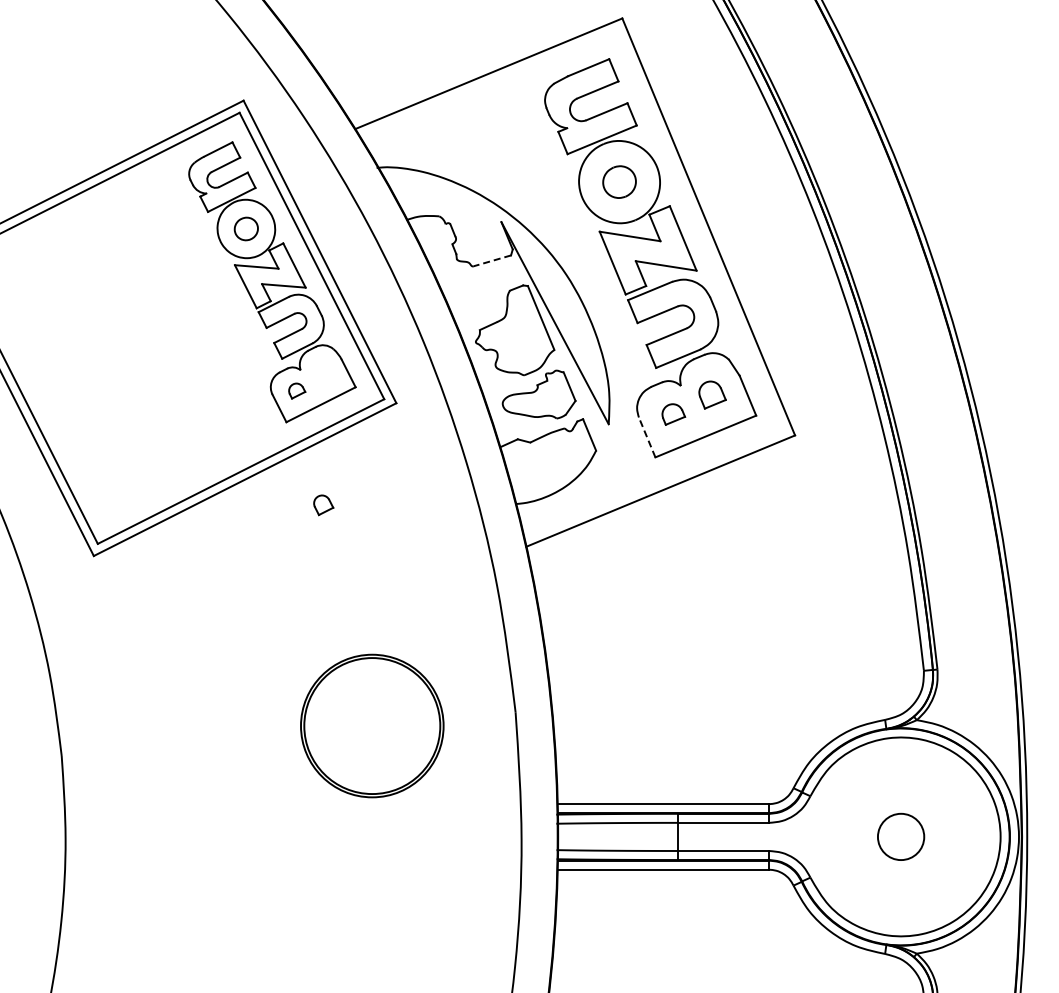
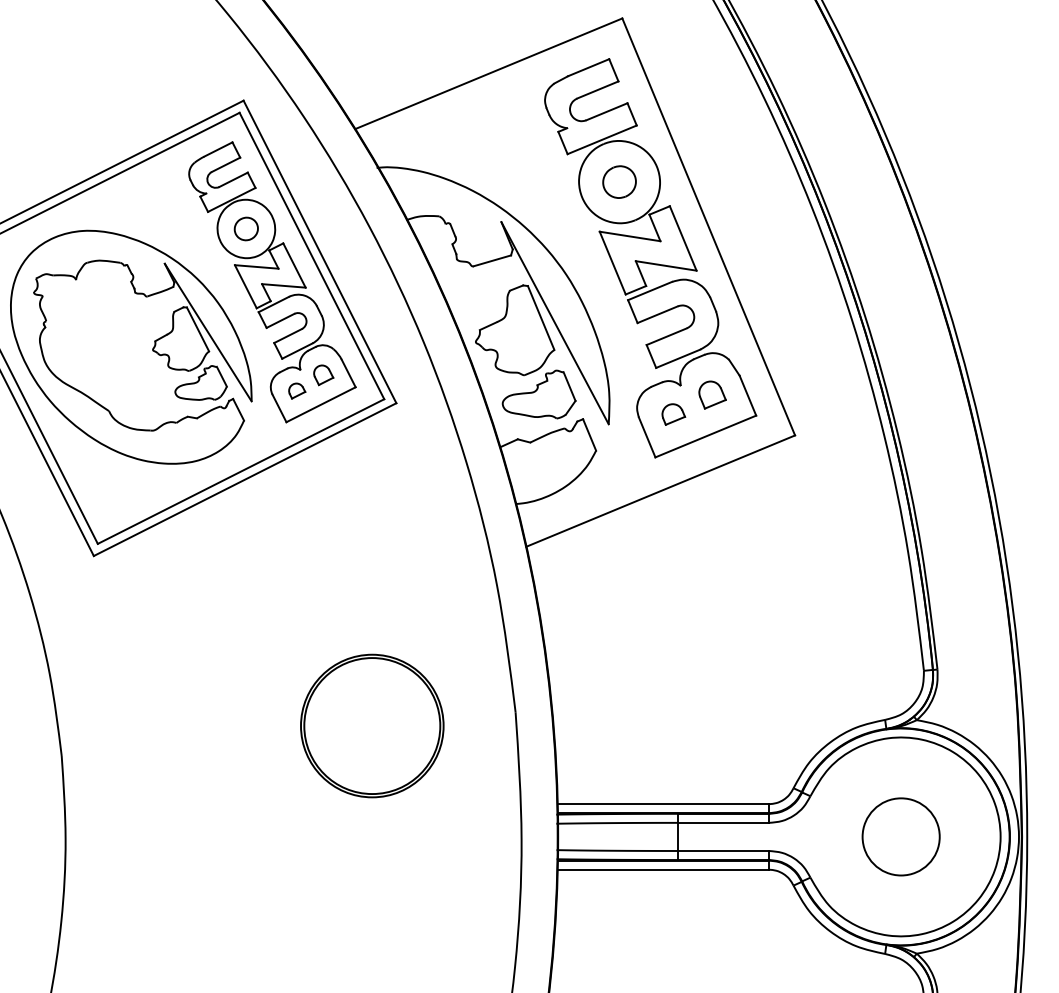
line at (491, 260): dashed -> solid
part at (152, 348): none -> present
line at (647, 437): dashed -> solid
part at (323, 505) position: (323, 505) -> (323, 375)
circle at (901, 836) size: 49x49 px -> 80x80 px
